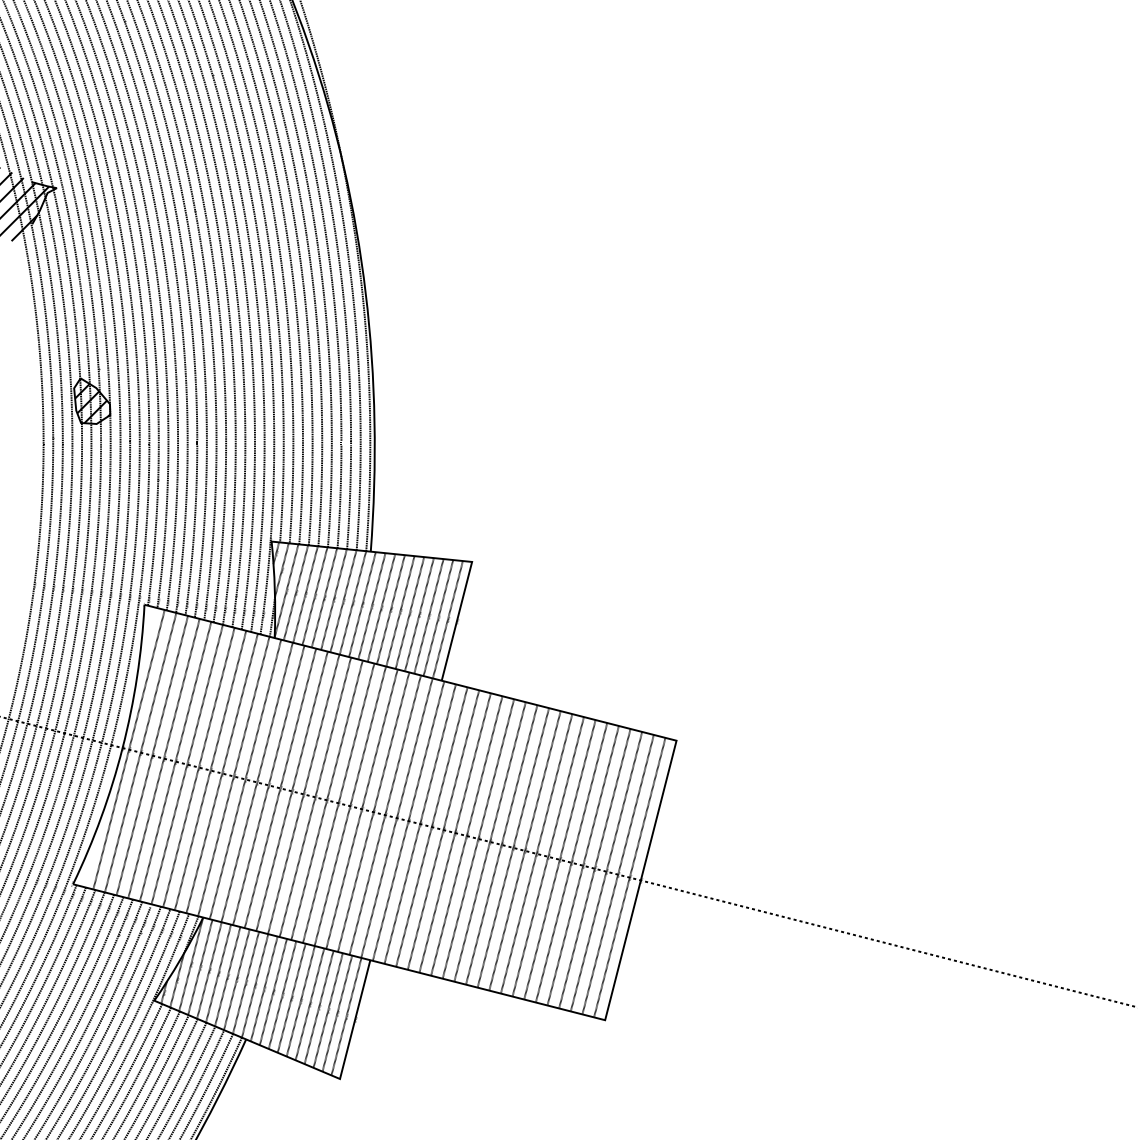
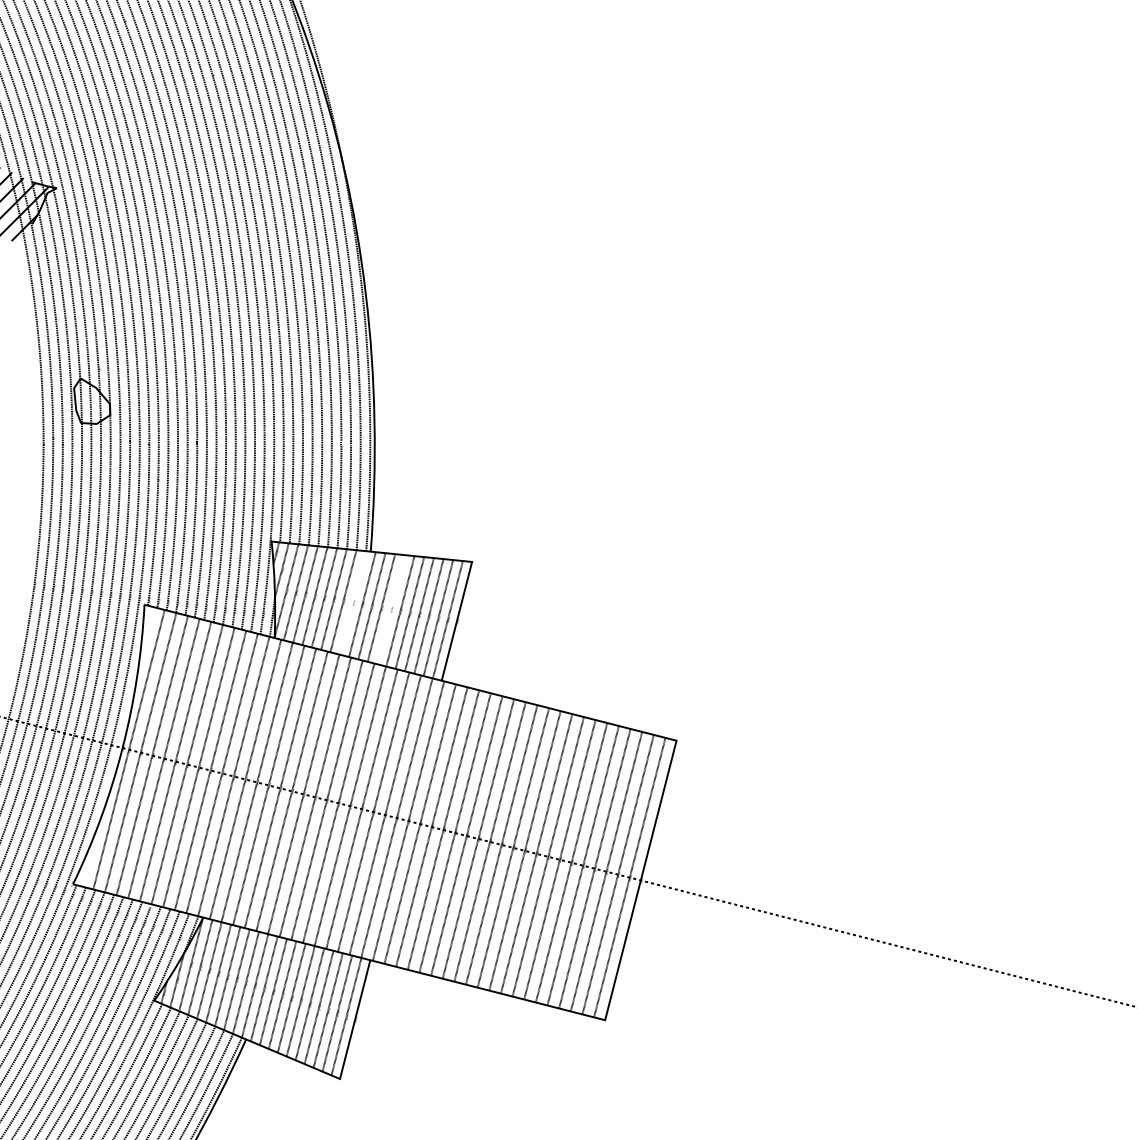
hatch at (92, 403): present -> none
line at (352, 602): present -> none
line at (390, 609): present -> none
